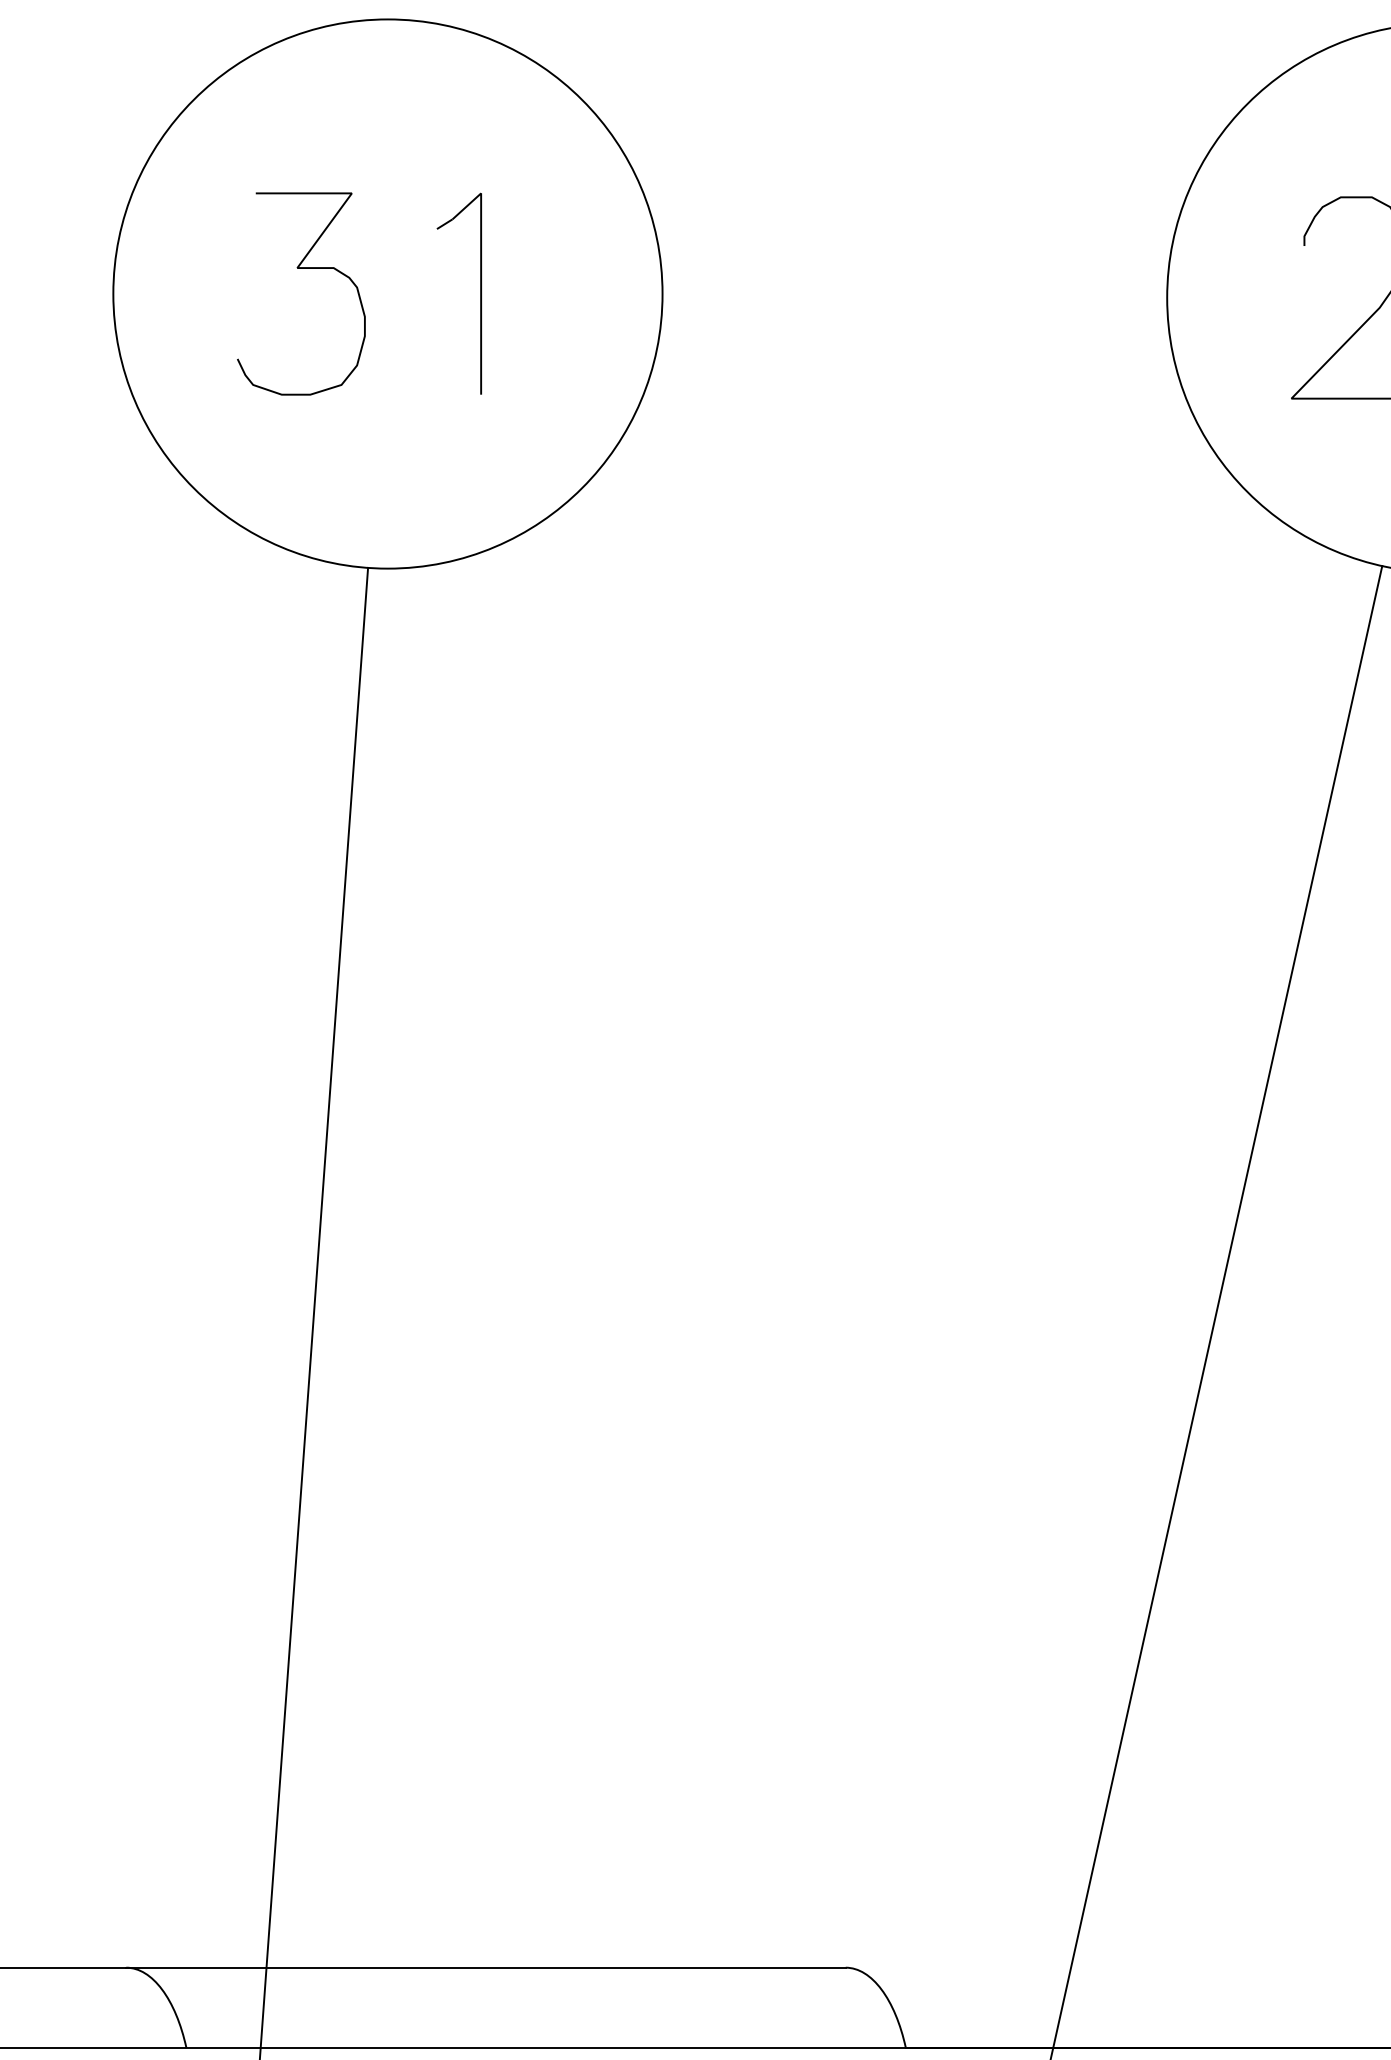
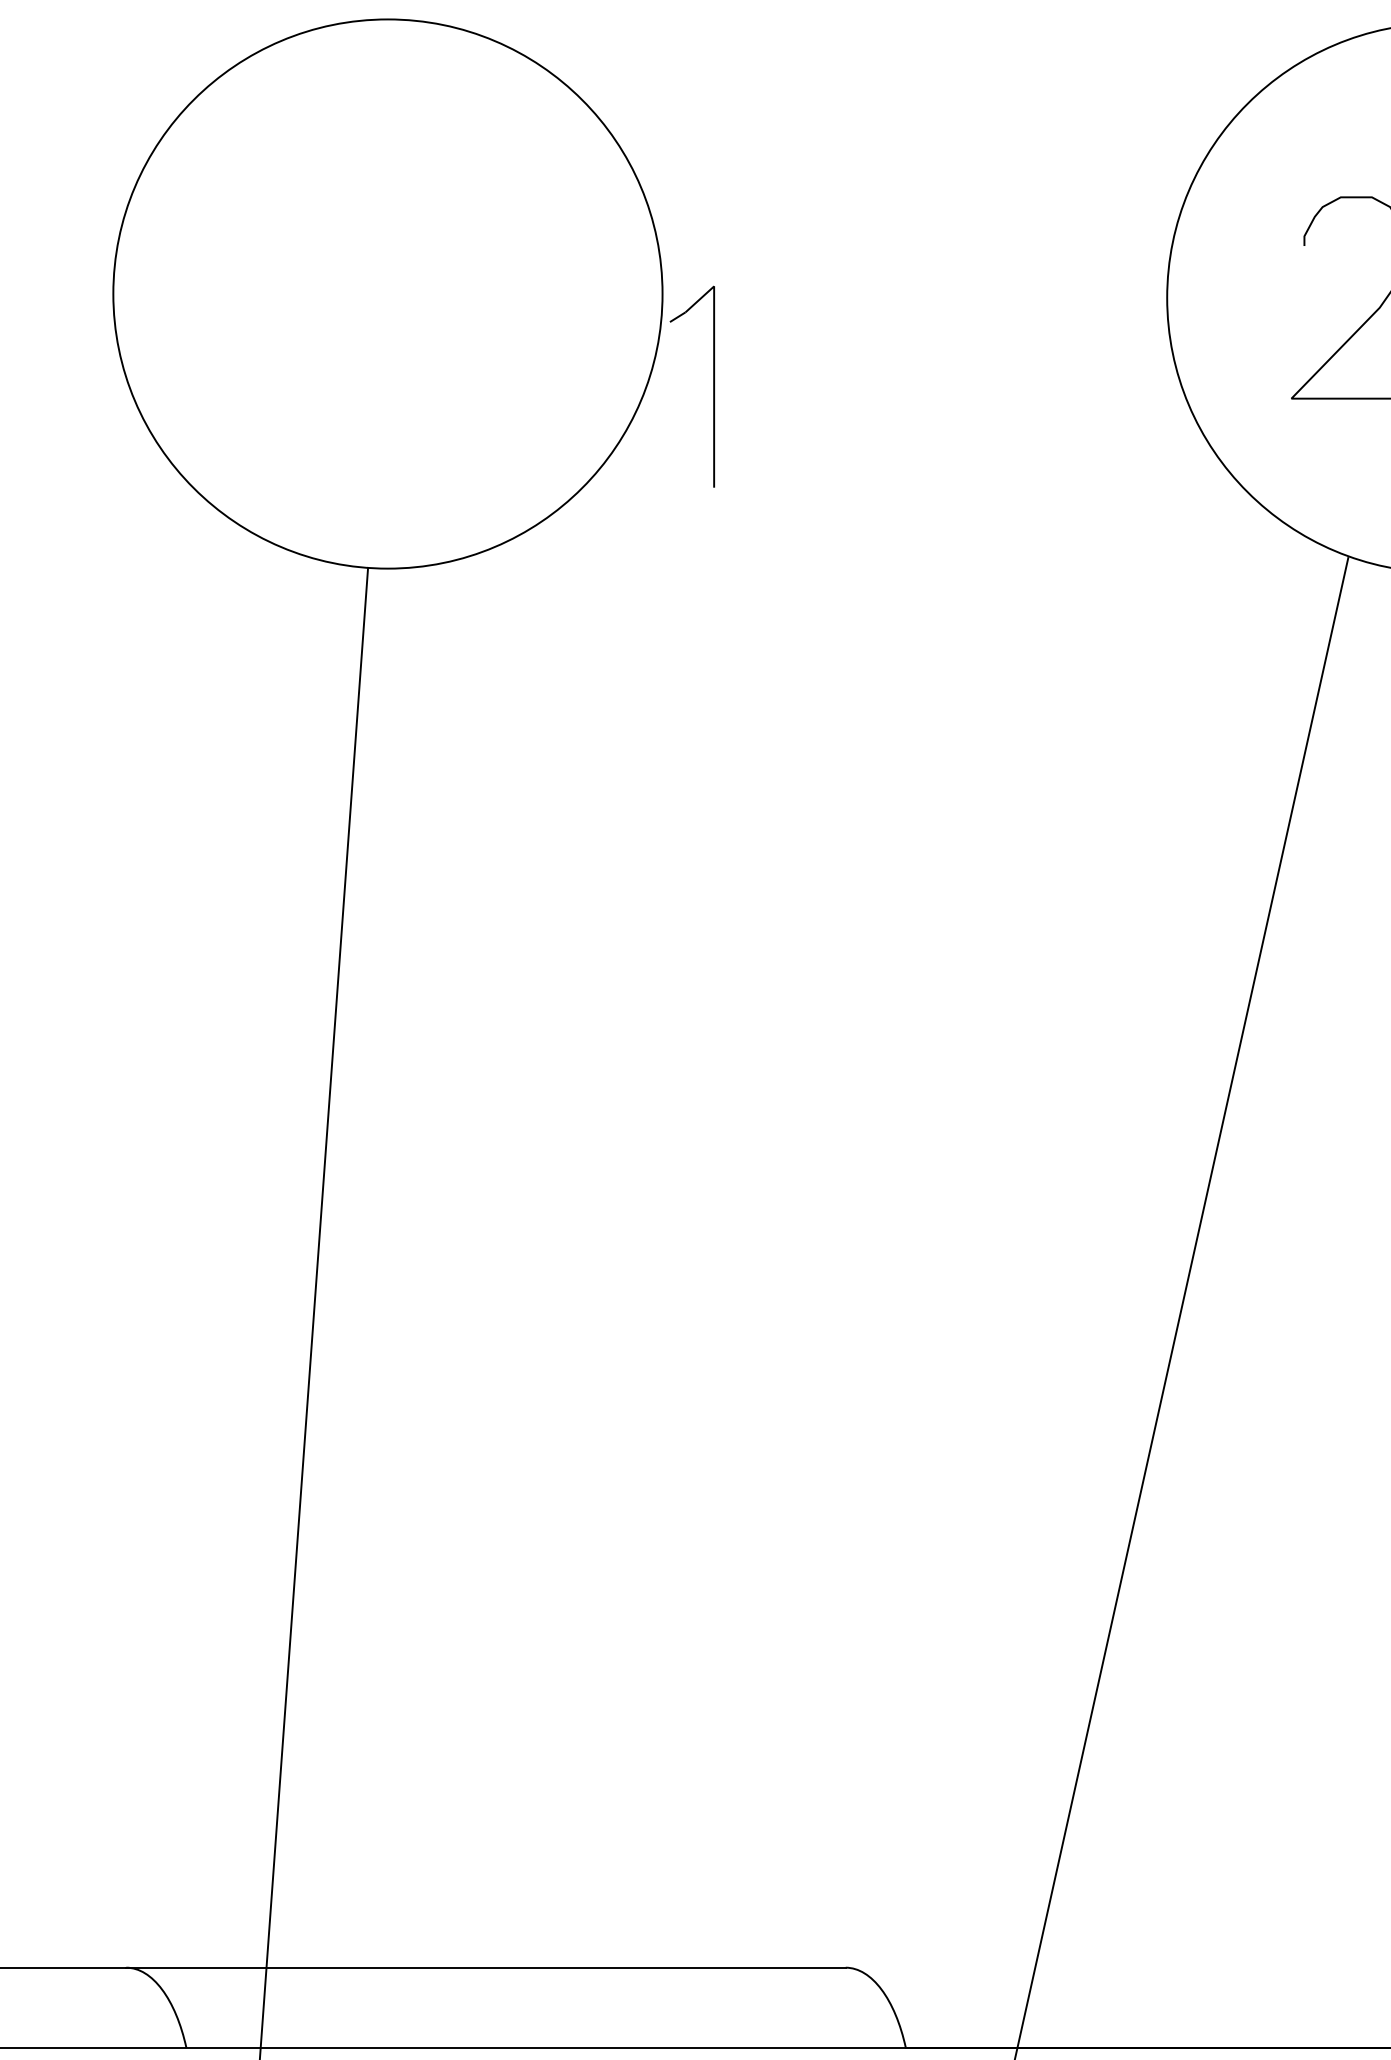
curve at (301, 268): present -> none
part at (480, 293) position: (480, 293) -> (713, 386)
line at (1216, 1311) position: (1216, 1311) -> (1181, 1307)
